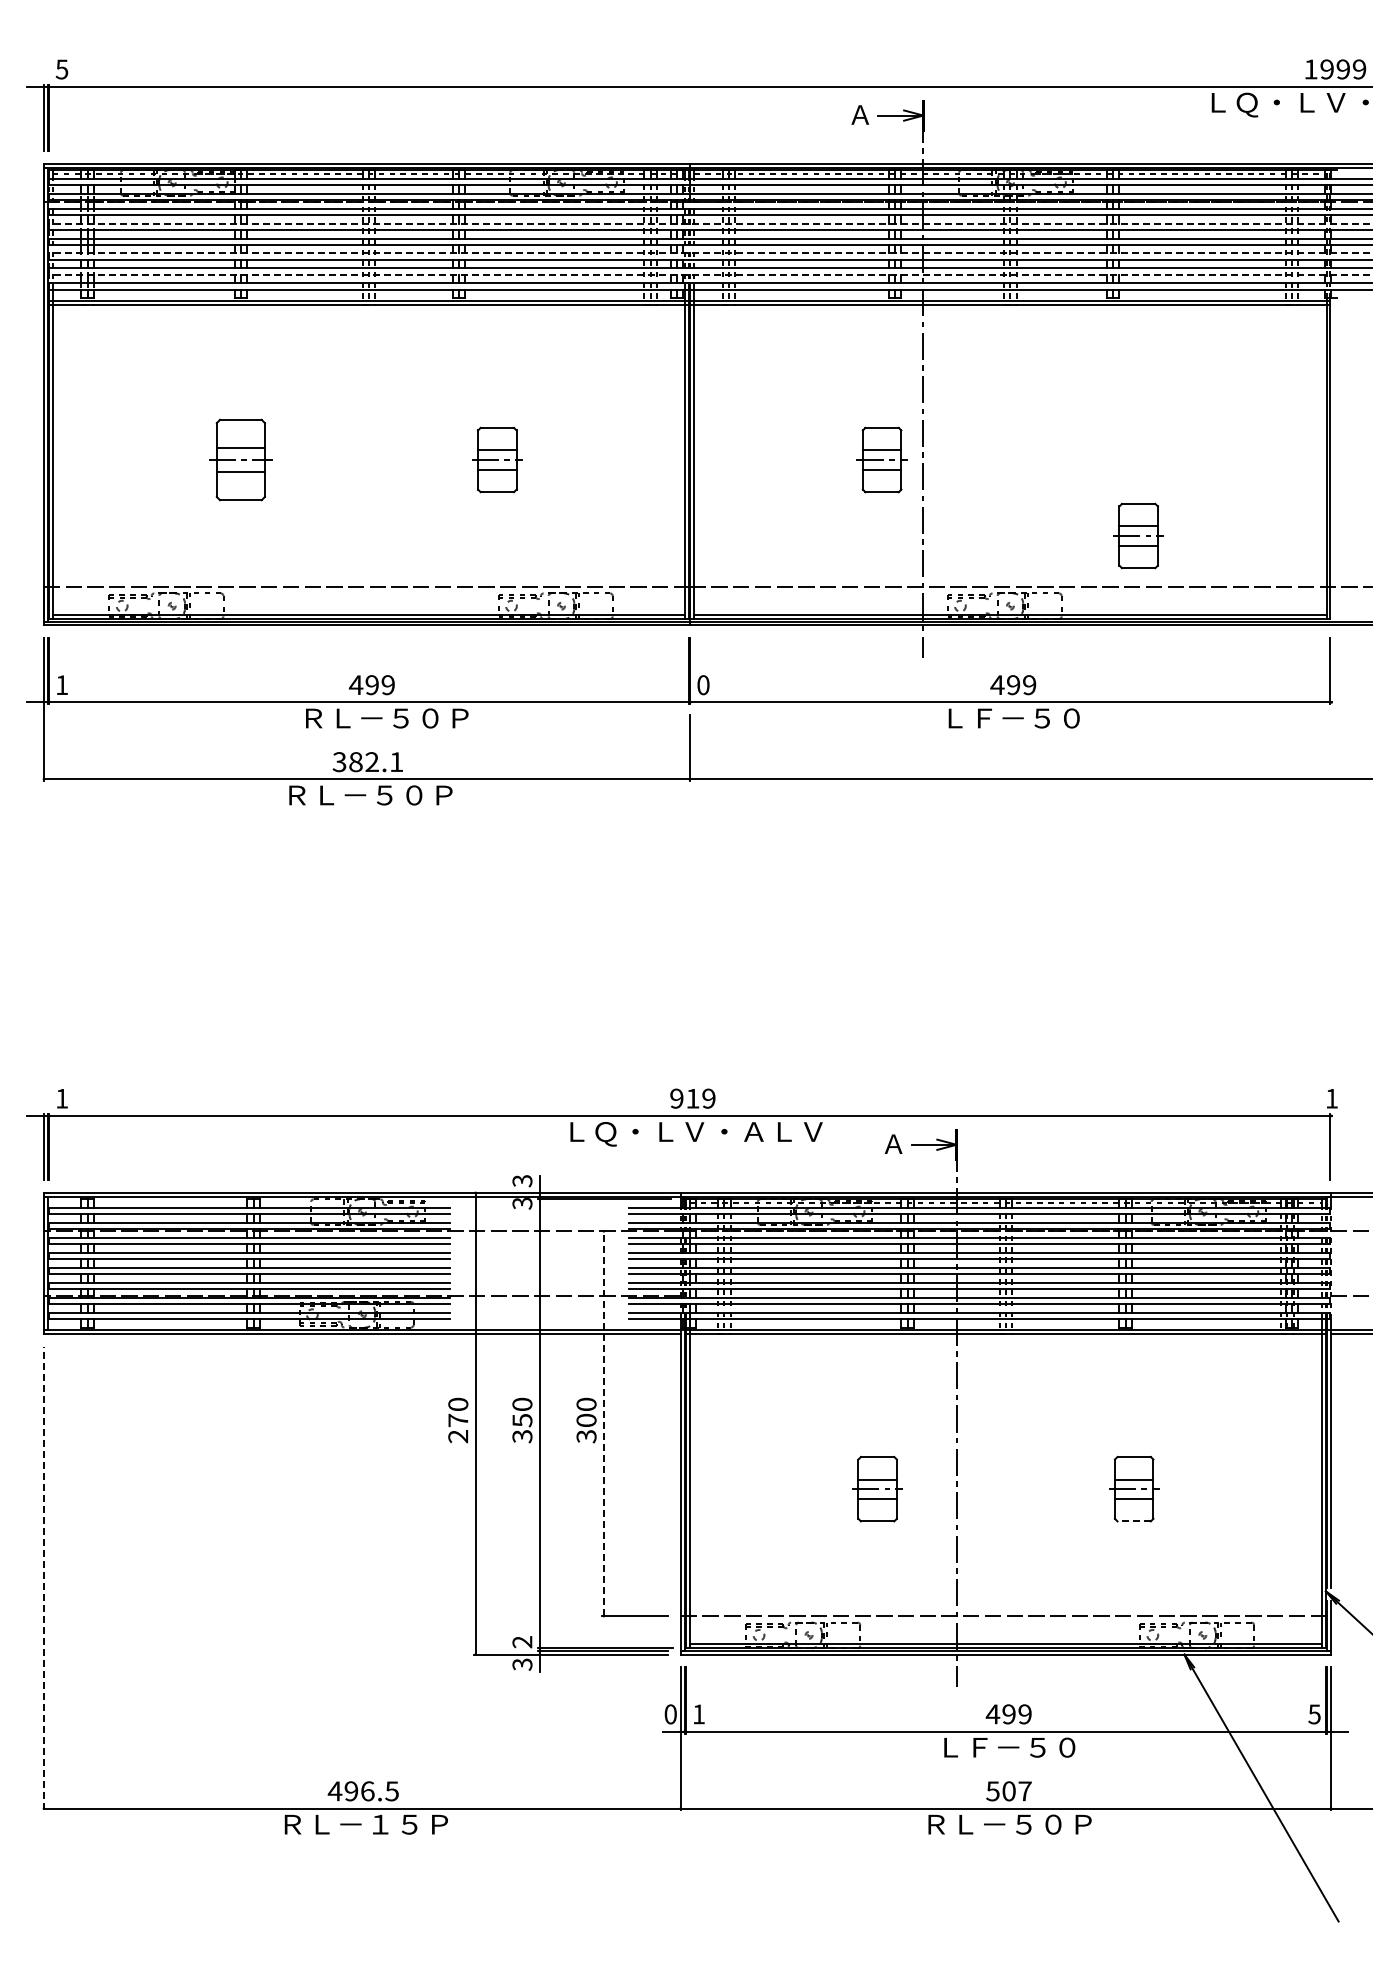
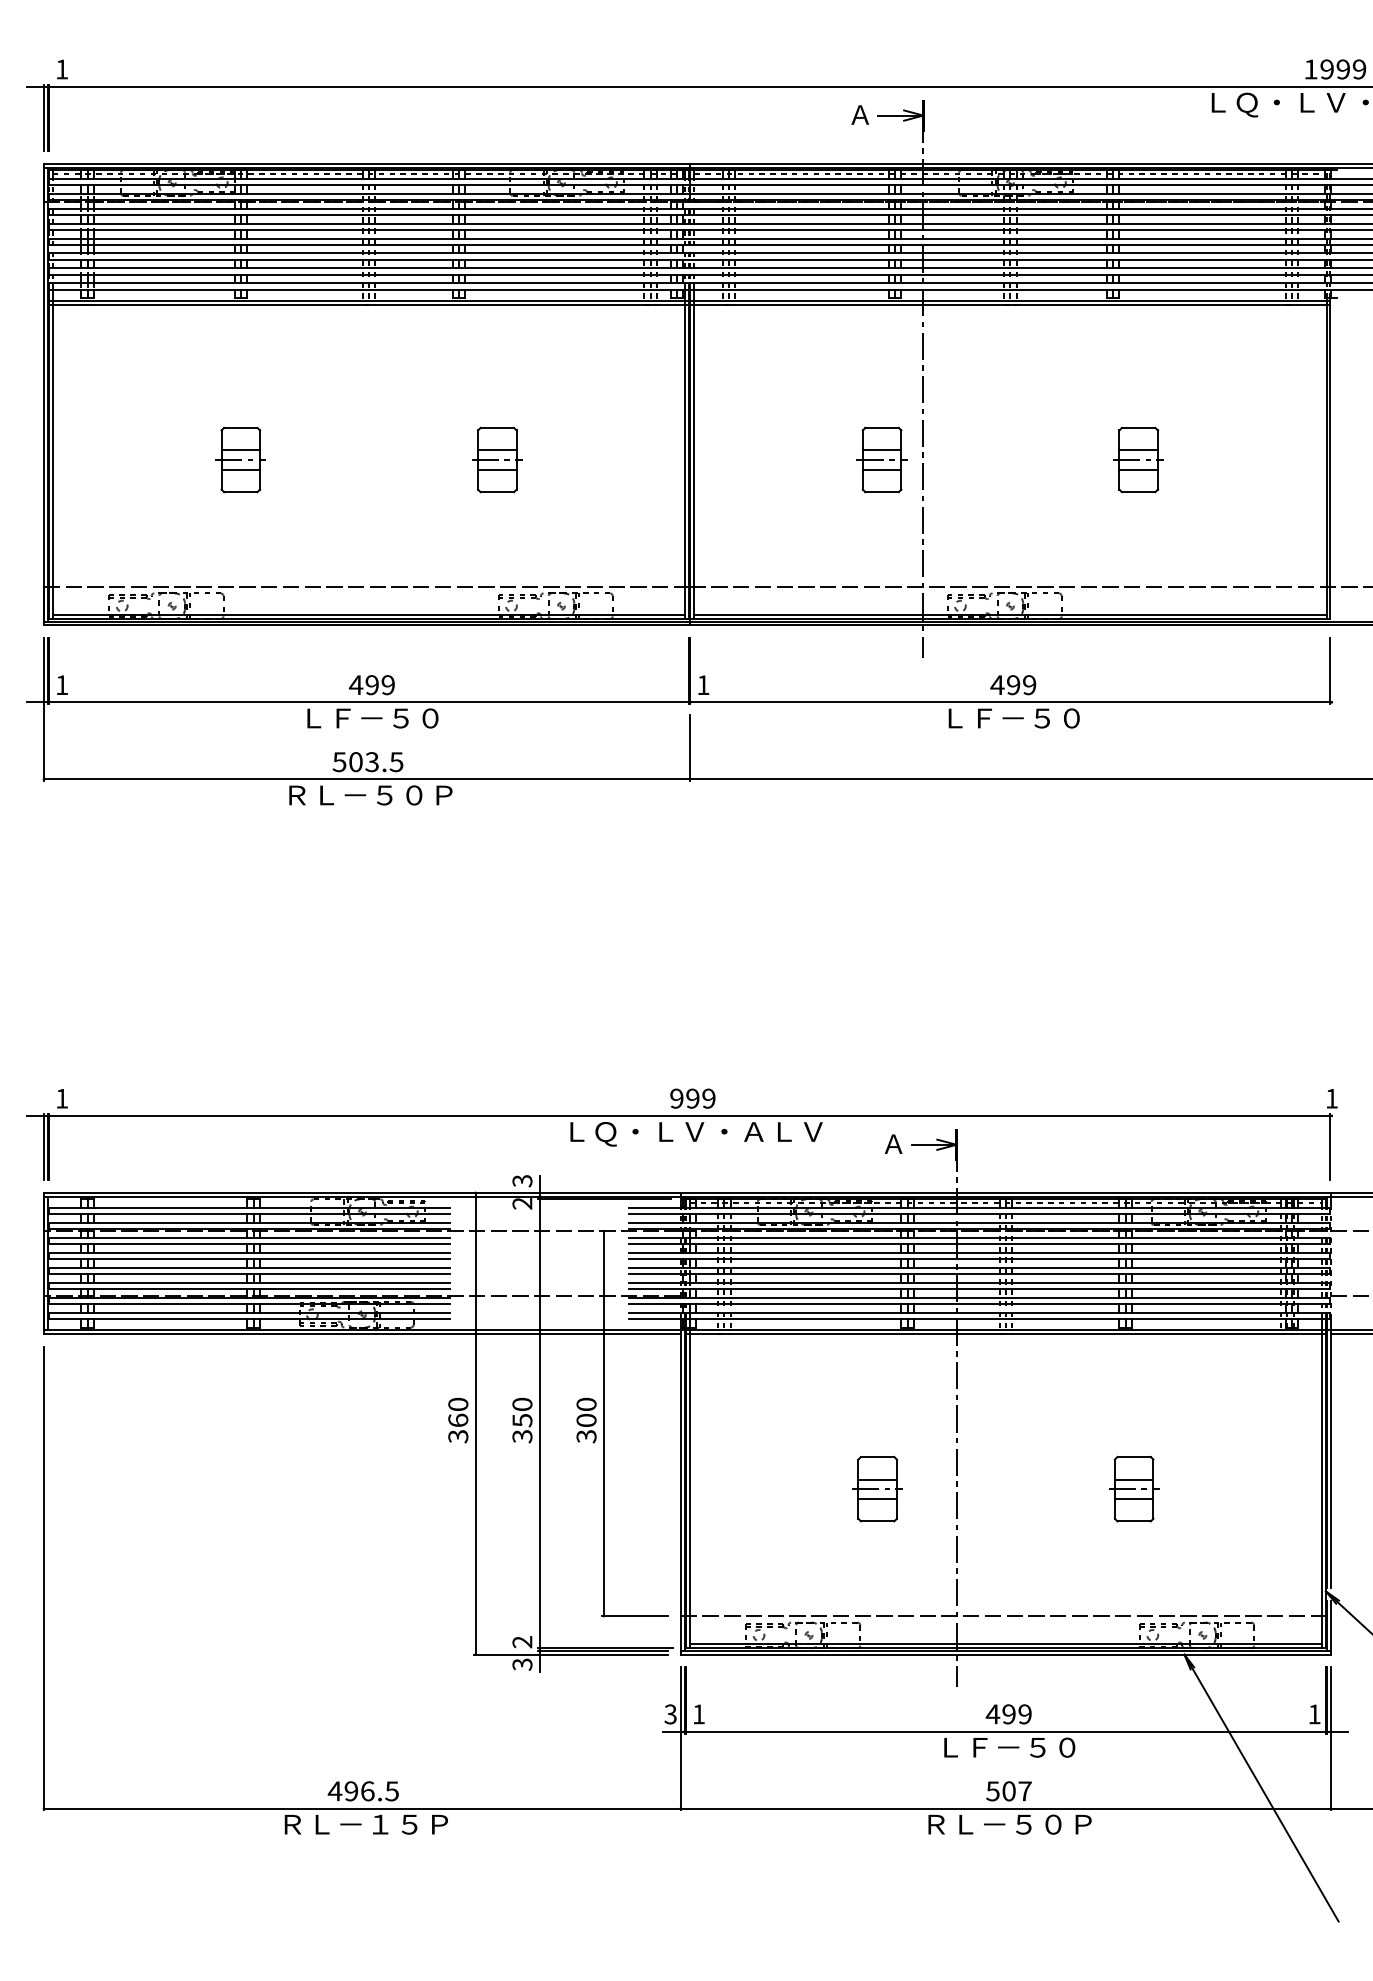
text at (61, 69): 5 -> 1
line at (710, 223): dashed -> solid
line at (710, 253): dashed -> solid
line at (710, 274): dashed -> solid
part at (240, 459) size: 64x84 px -> 51x68 px
part at (1138, 535) position: (1138, 535) -> (1138, 459)
text at (703, 685): 0 -> 1
text at (387, 718): ＲＬ－５０Ｐ -> ＬＦ－５０
text at (368, 762): 382.1 -> 503.5
text at (692, 1098): 919 -> 999
text at (522, 1203): 3 -> 2
line at (603, 1423): dashed -> solid
text at (458, 1428): 270 -> 360
line at (1134, 1521): dashed -> solid
line at (43, 1578): dashed -> solid
text at (670, 1714): 0 -> 3
text at (1314, 1714): 5 -> 1
